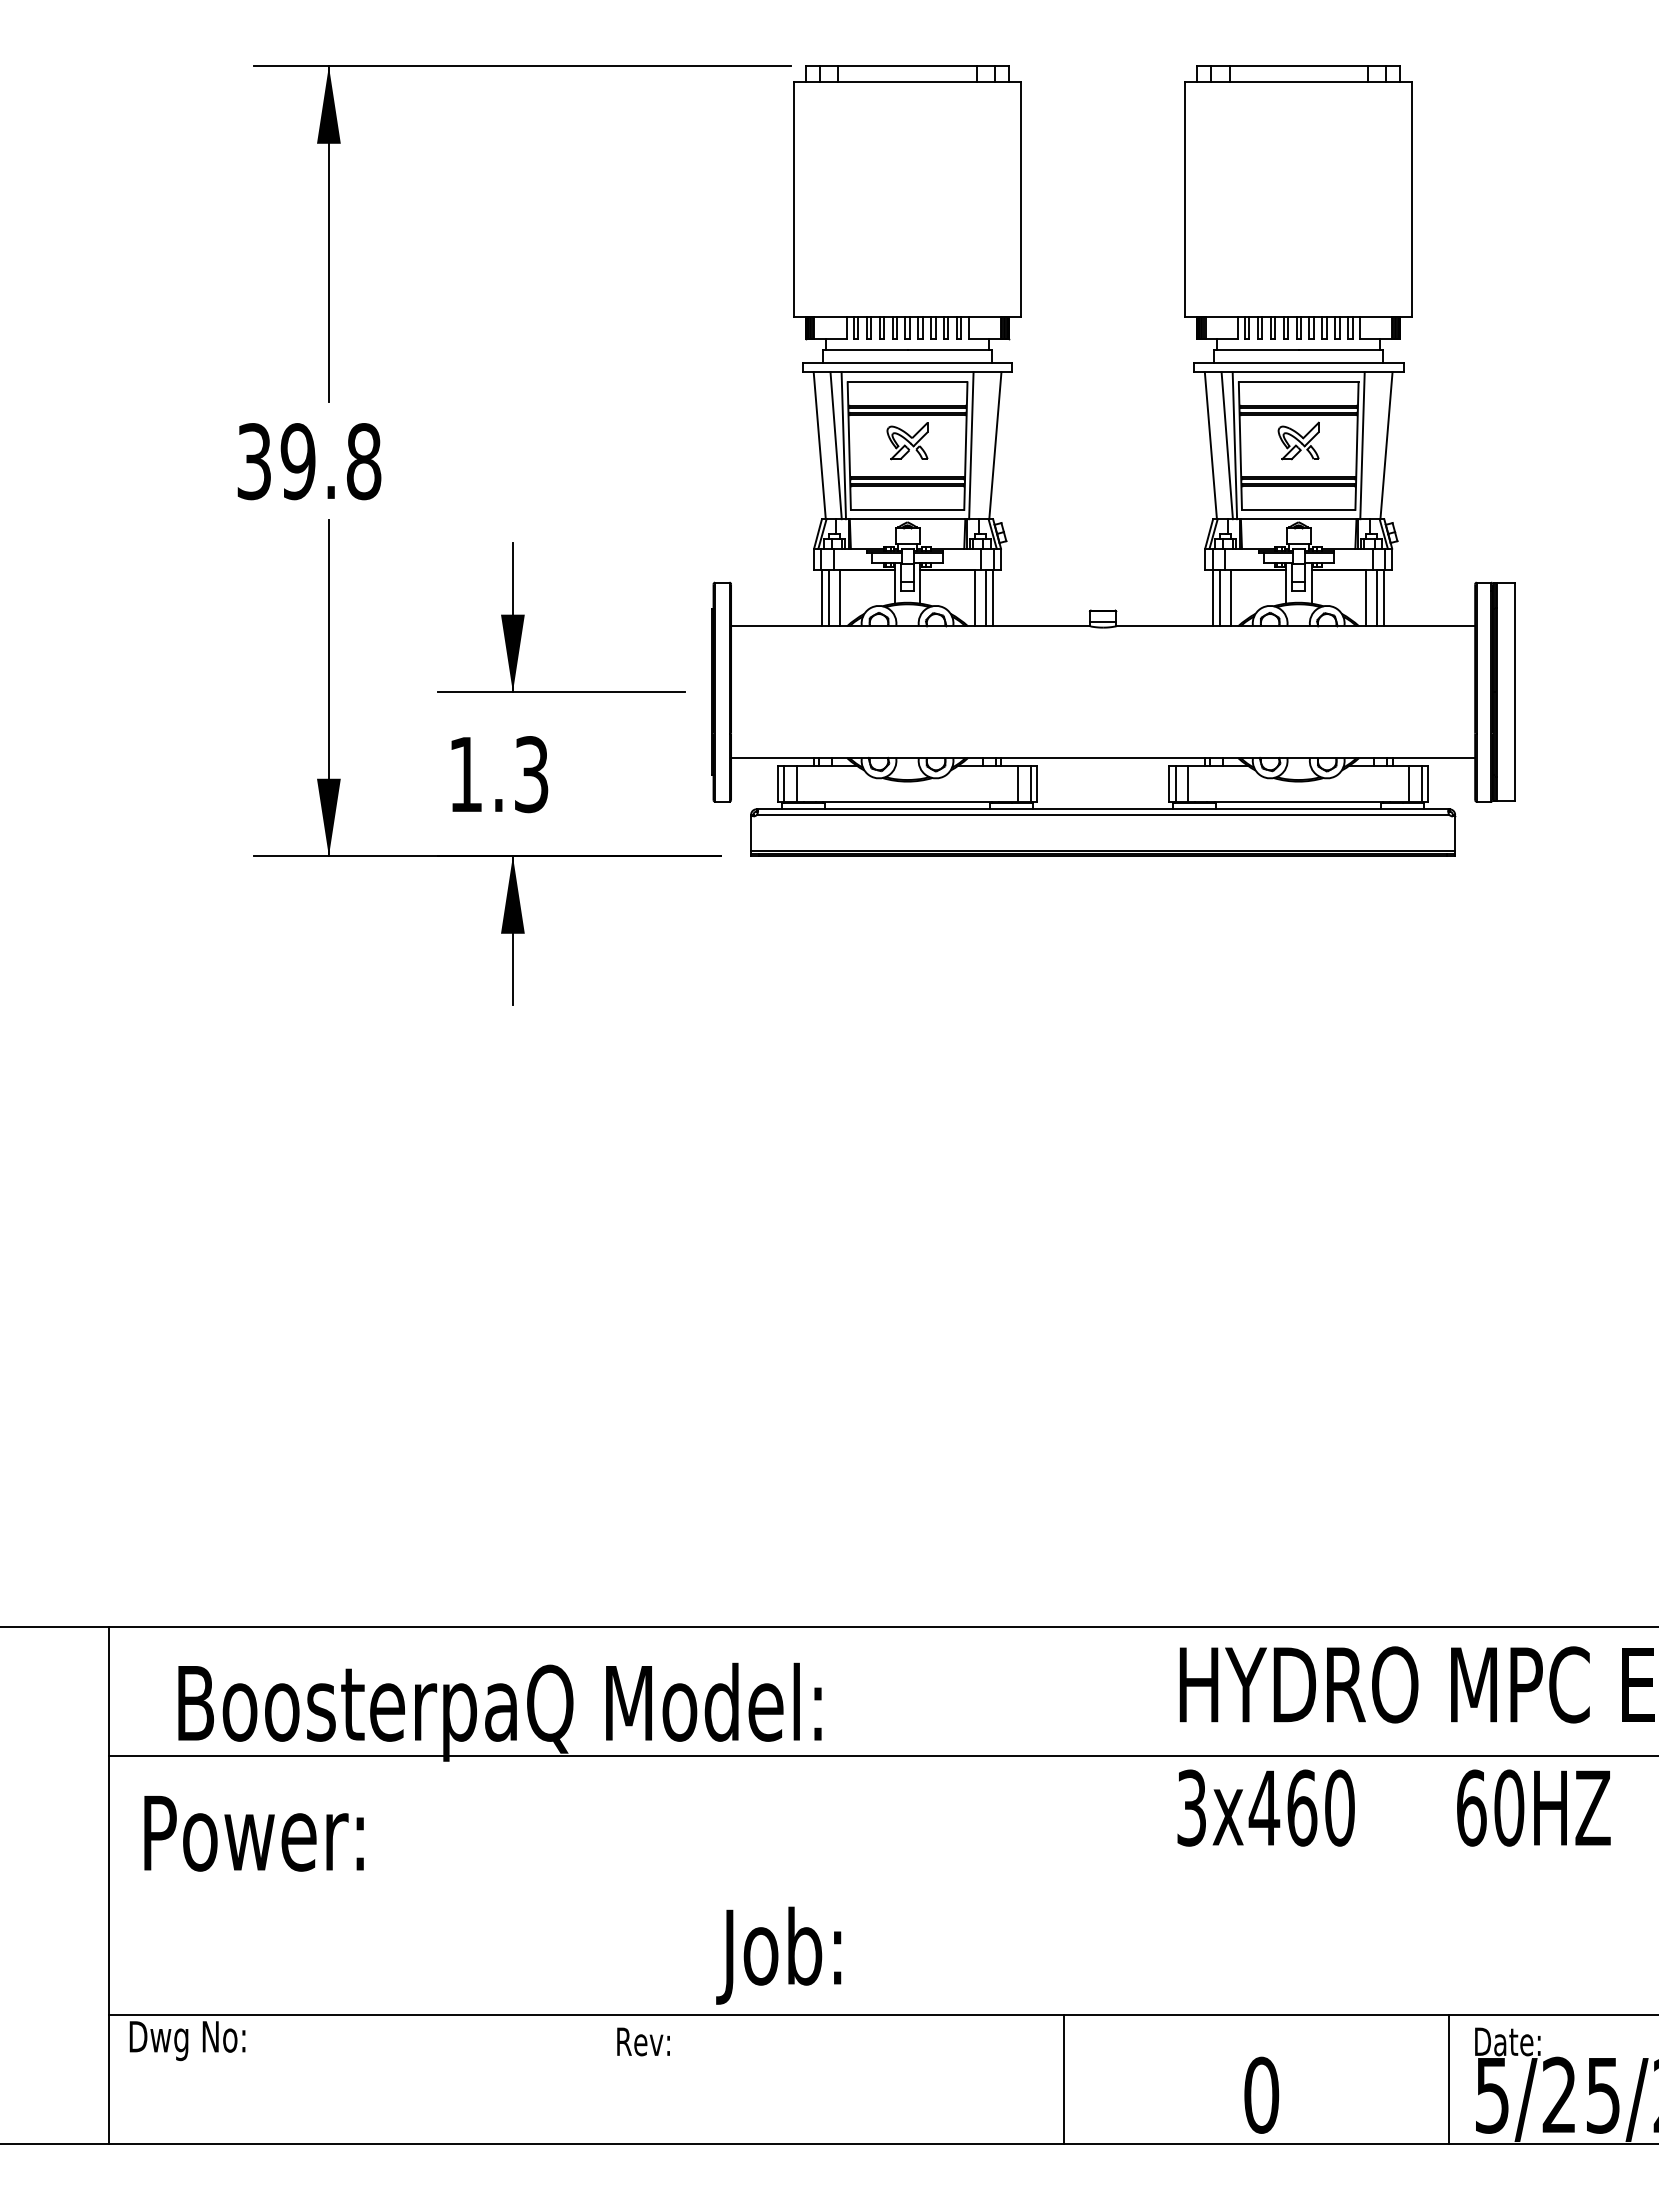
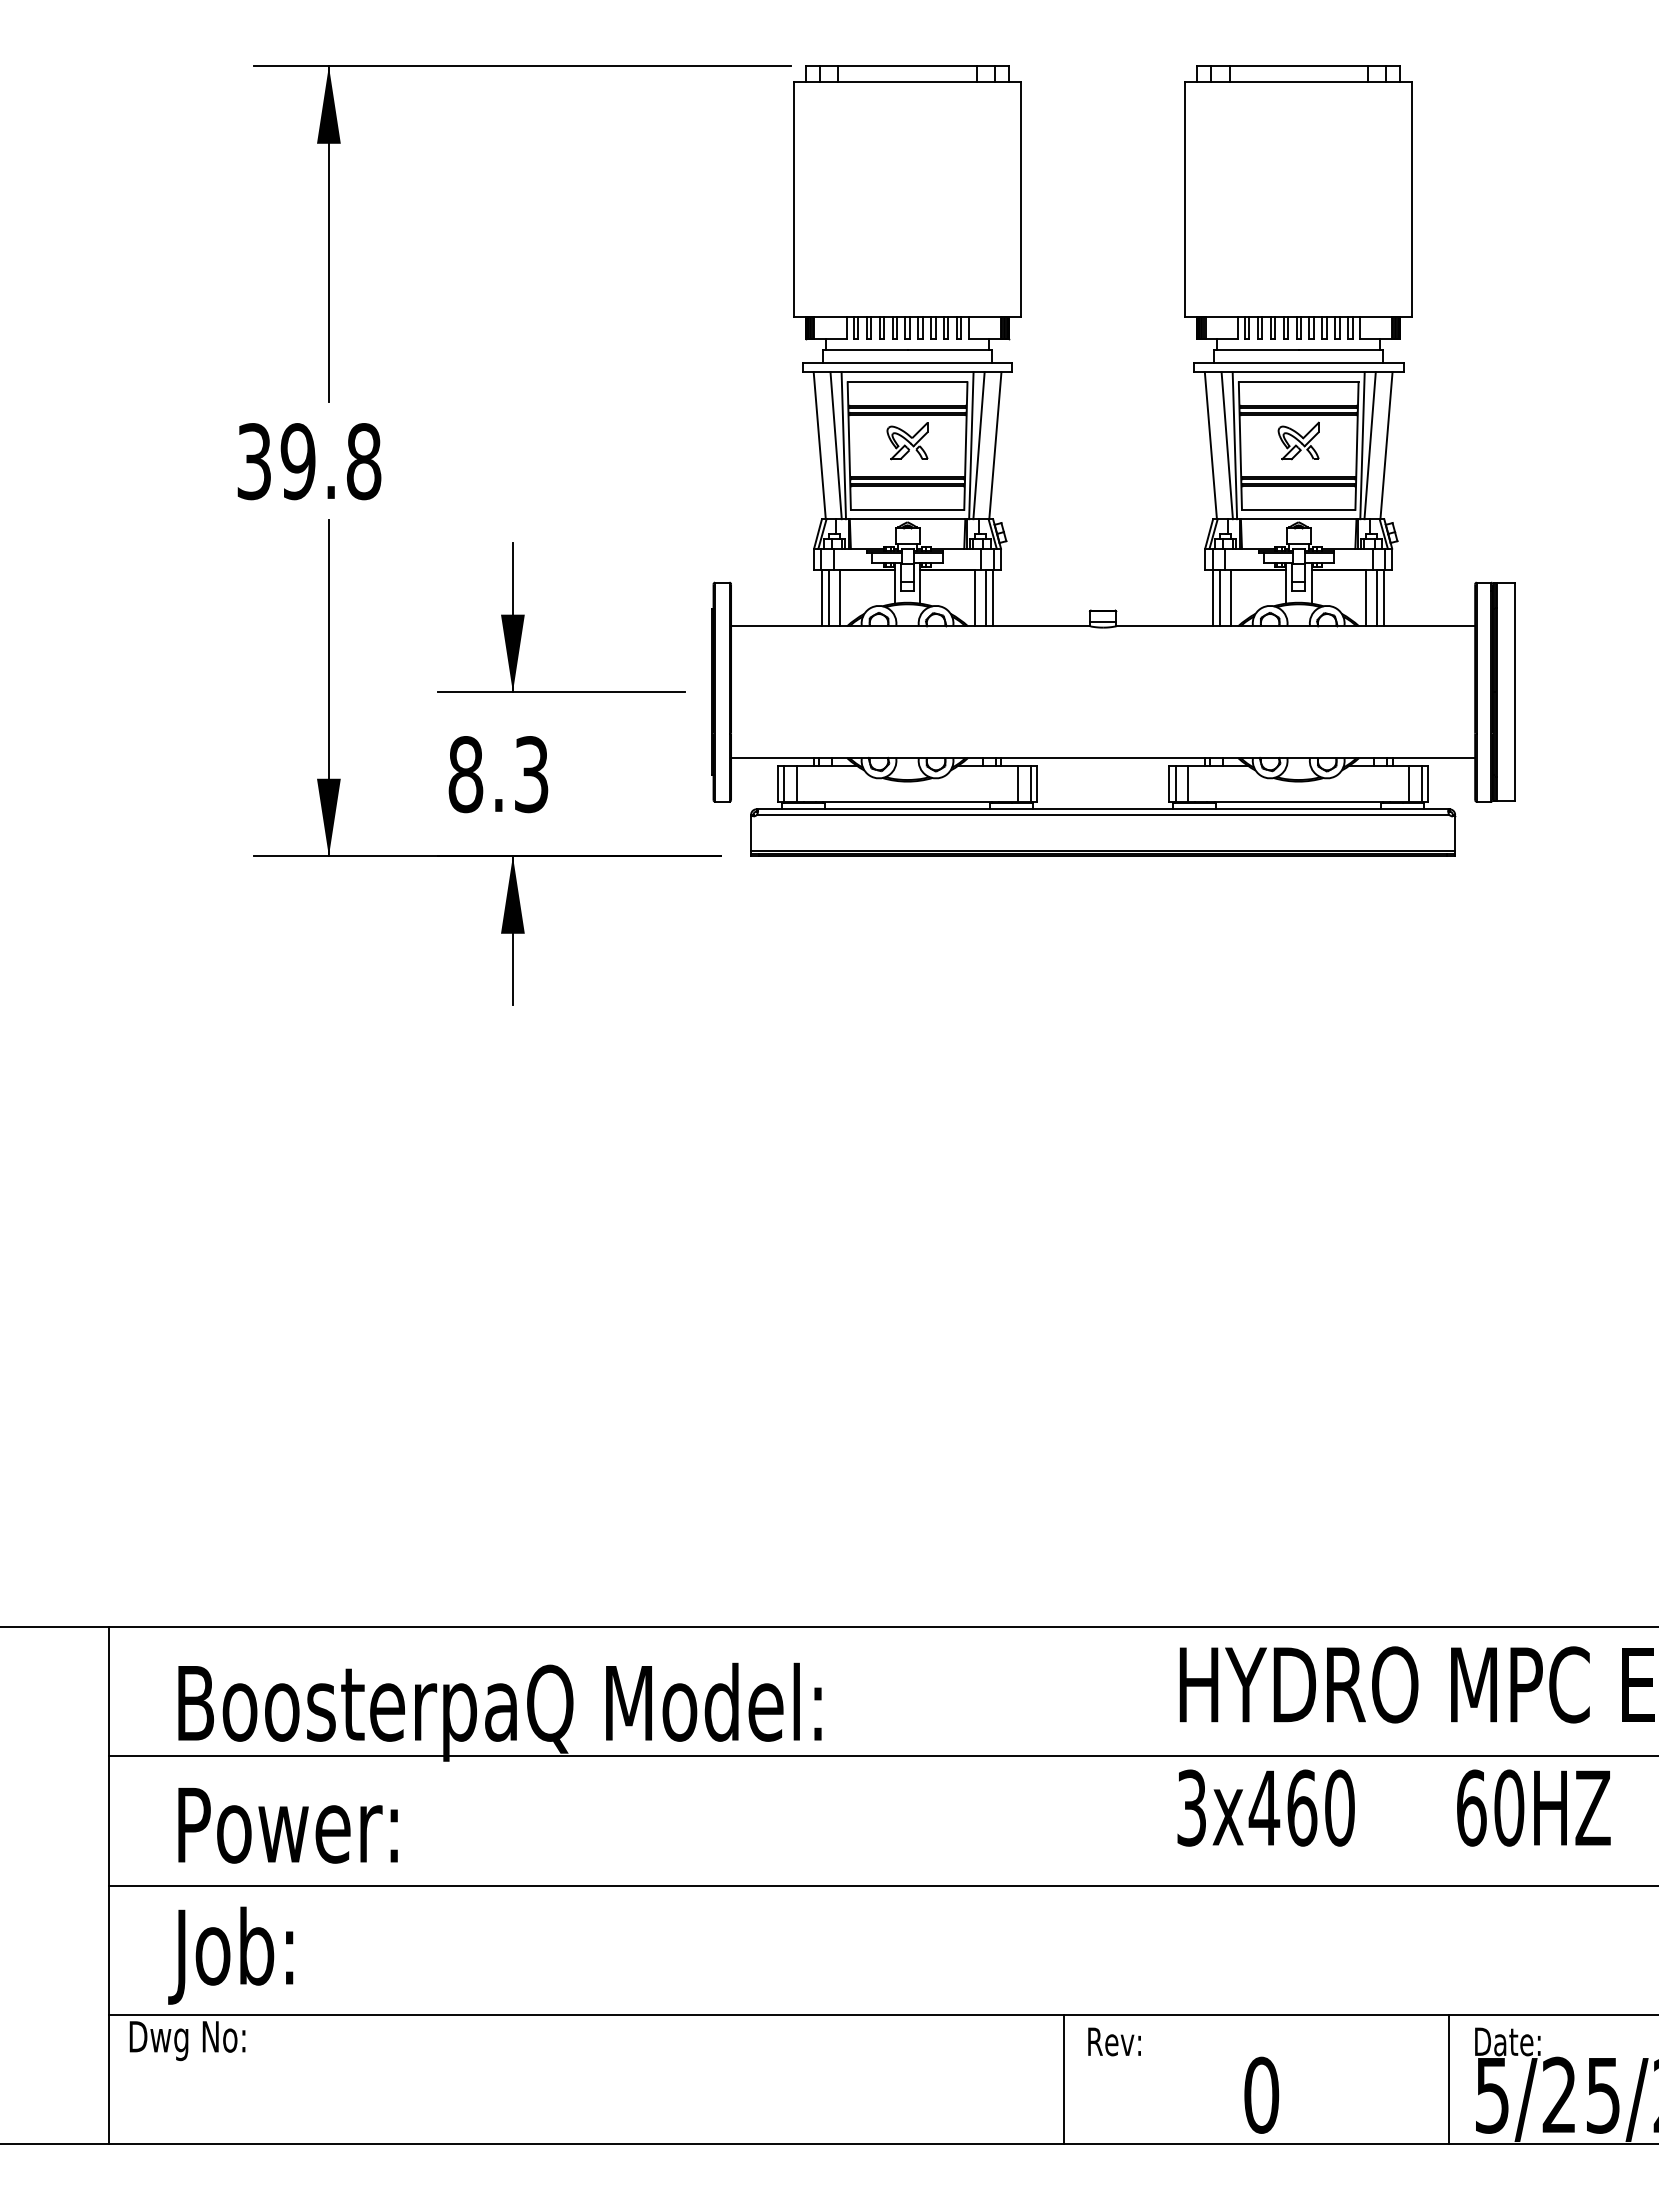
line at (978, 445): none -> present
line at (1369, 445): none -> present
text at (465, 774): 1.3 -> 8.3
text at (253, 1833) position: (253, 1833) -> (287, 1825)
line at (881, 1885): none -> present
text at (778, 1955) position: (778, 1955) -> (230, 1955)
text at (643, 2041) position: (643, 2041) -> (1114, 2041)
